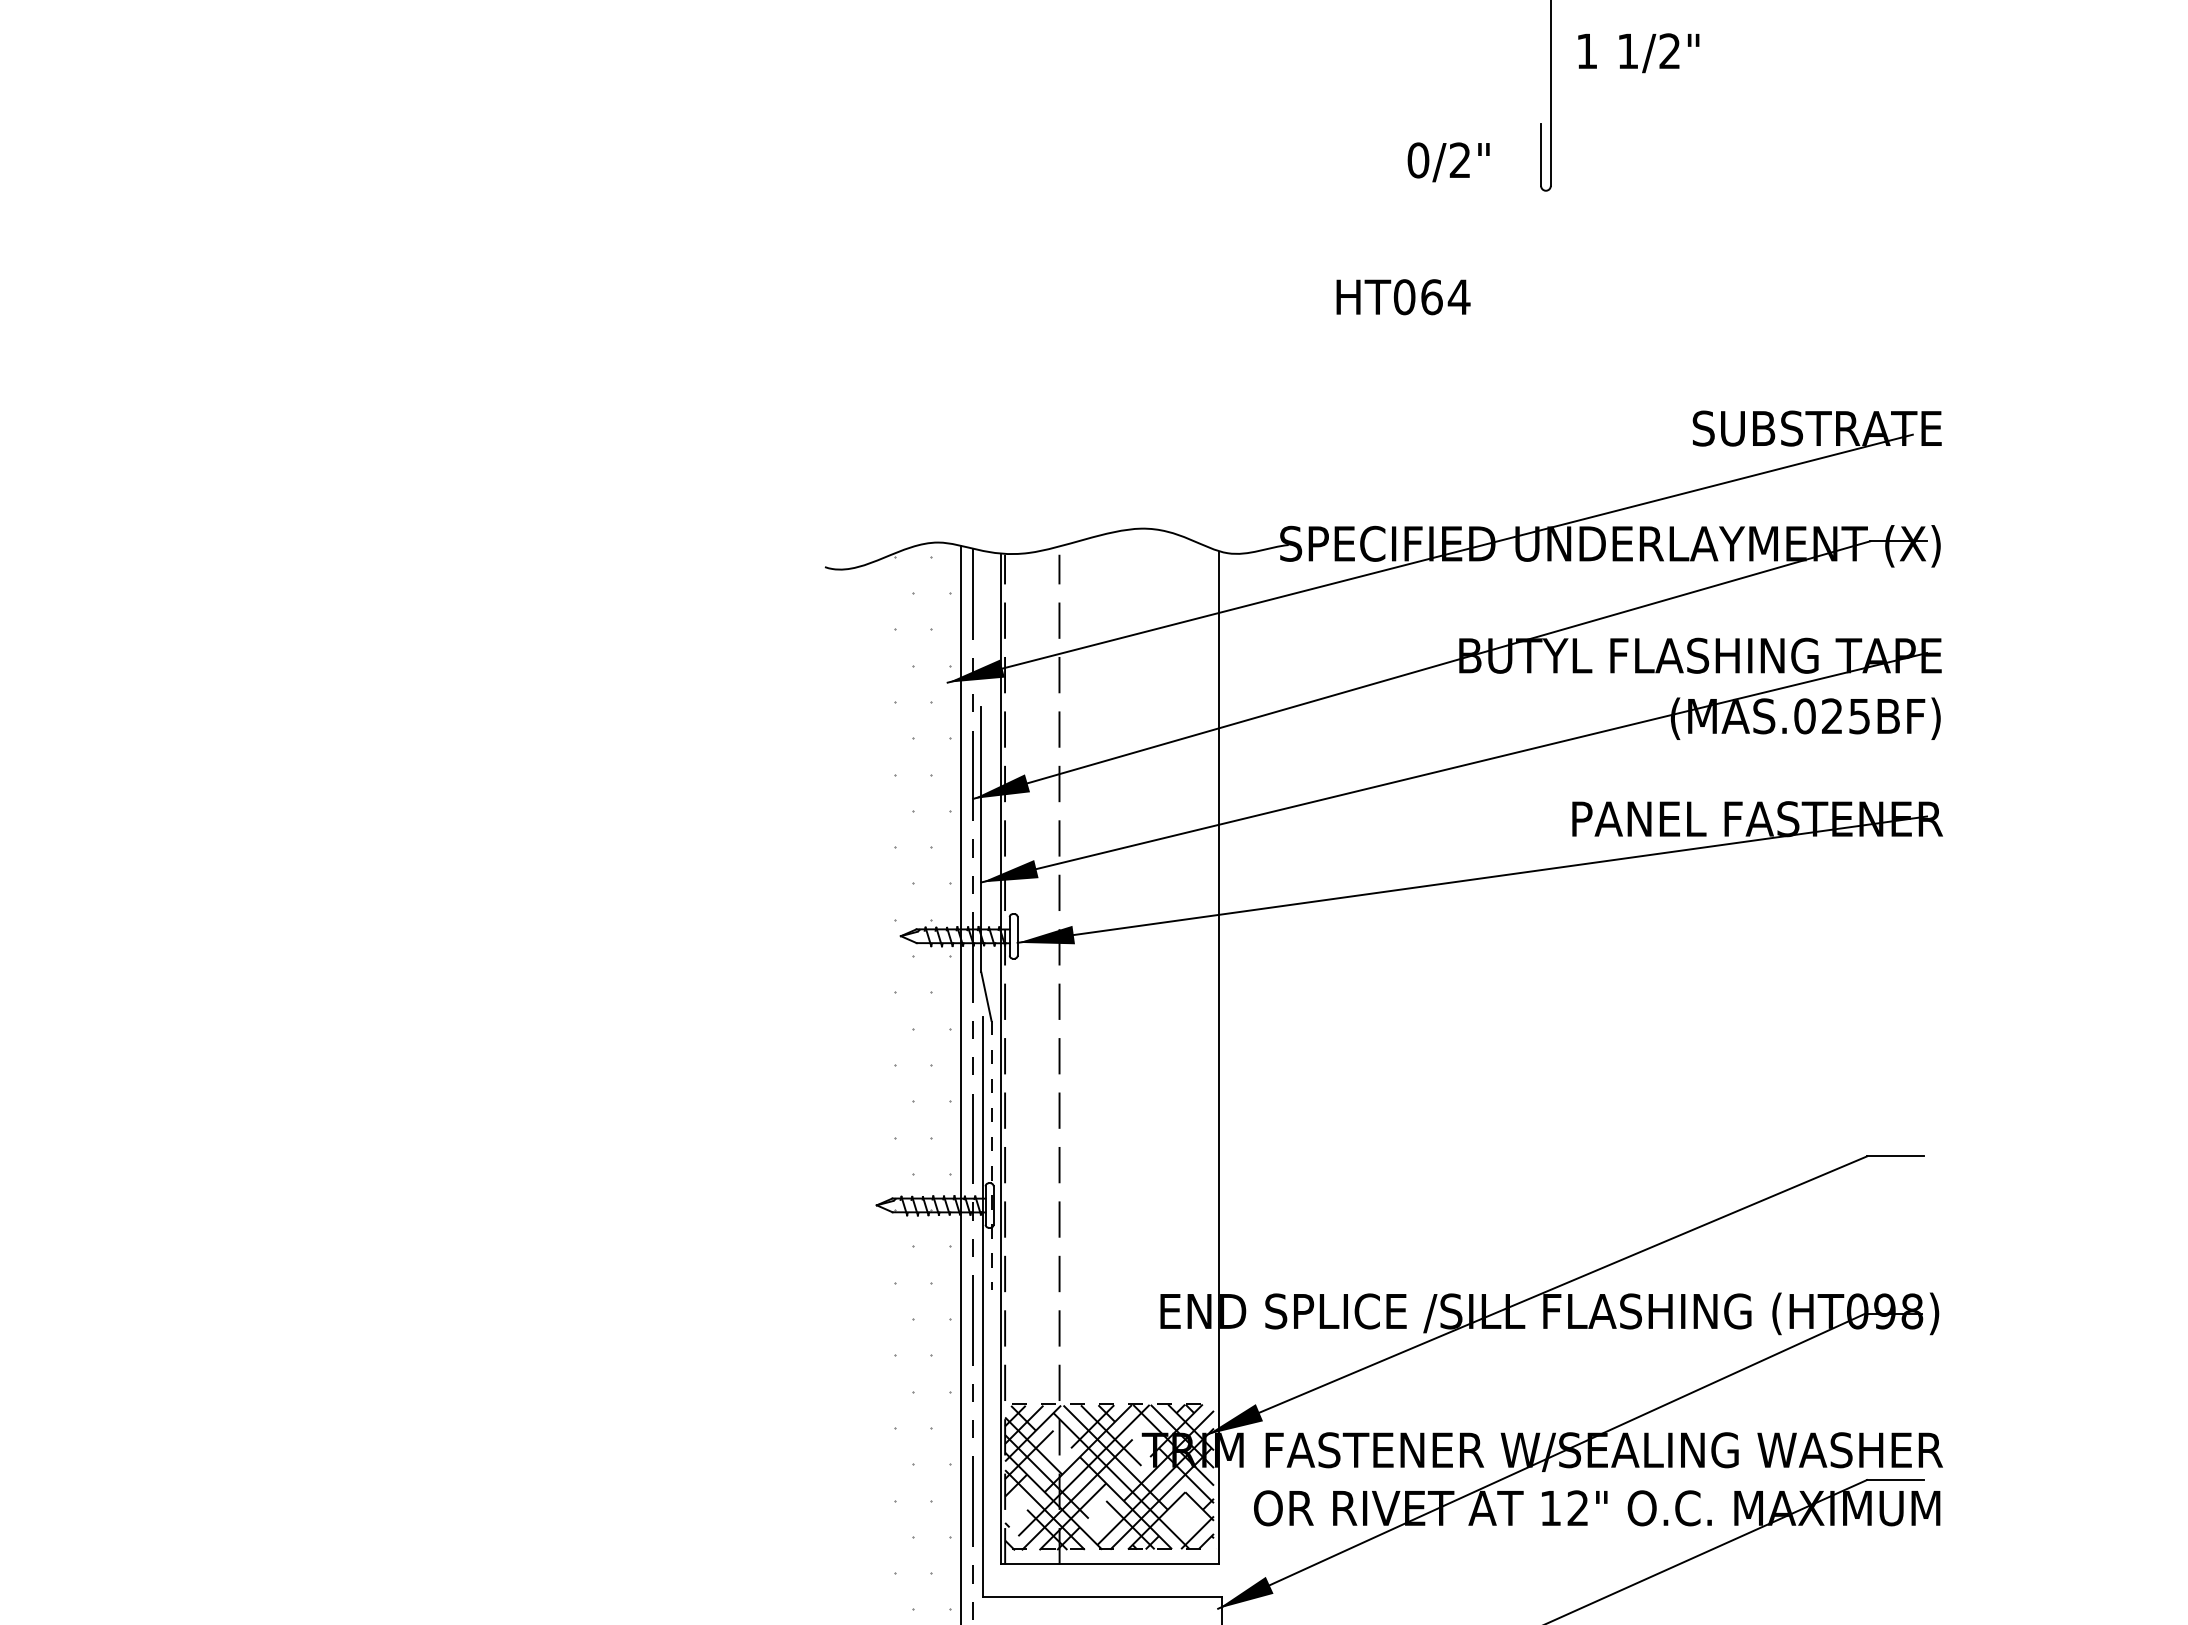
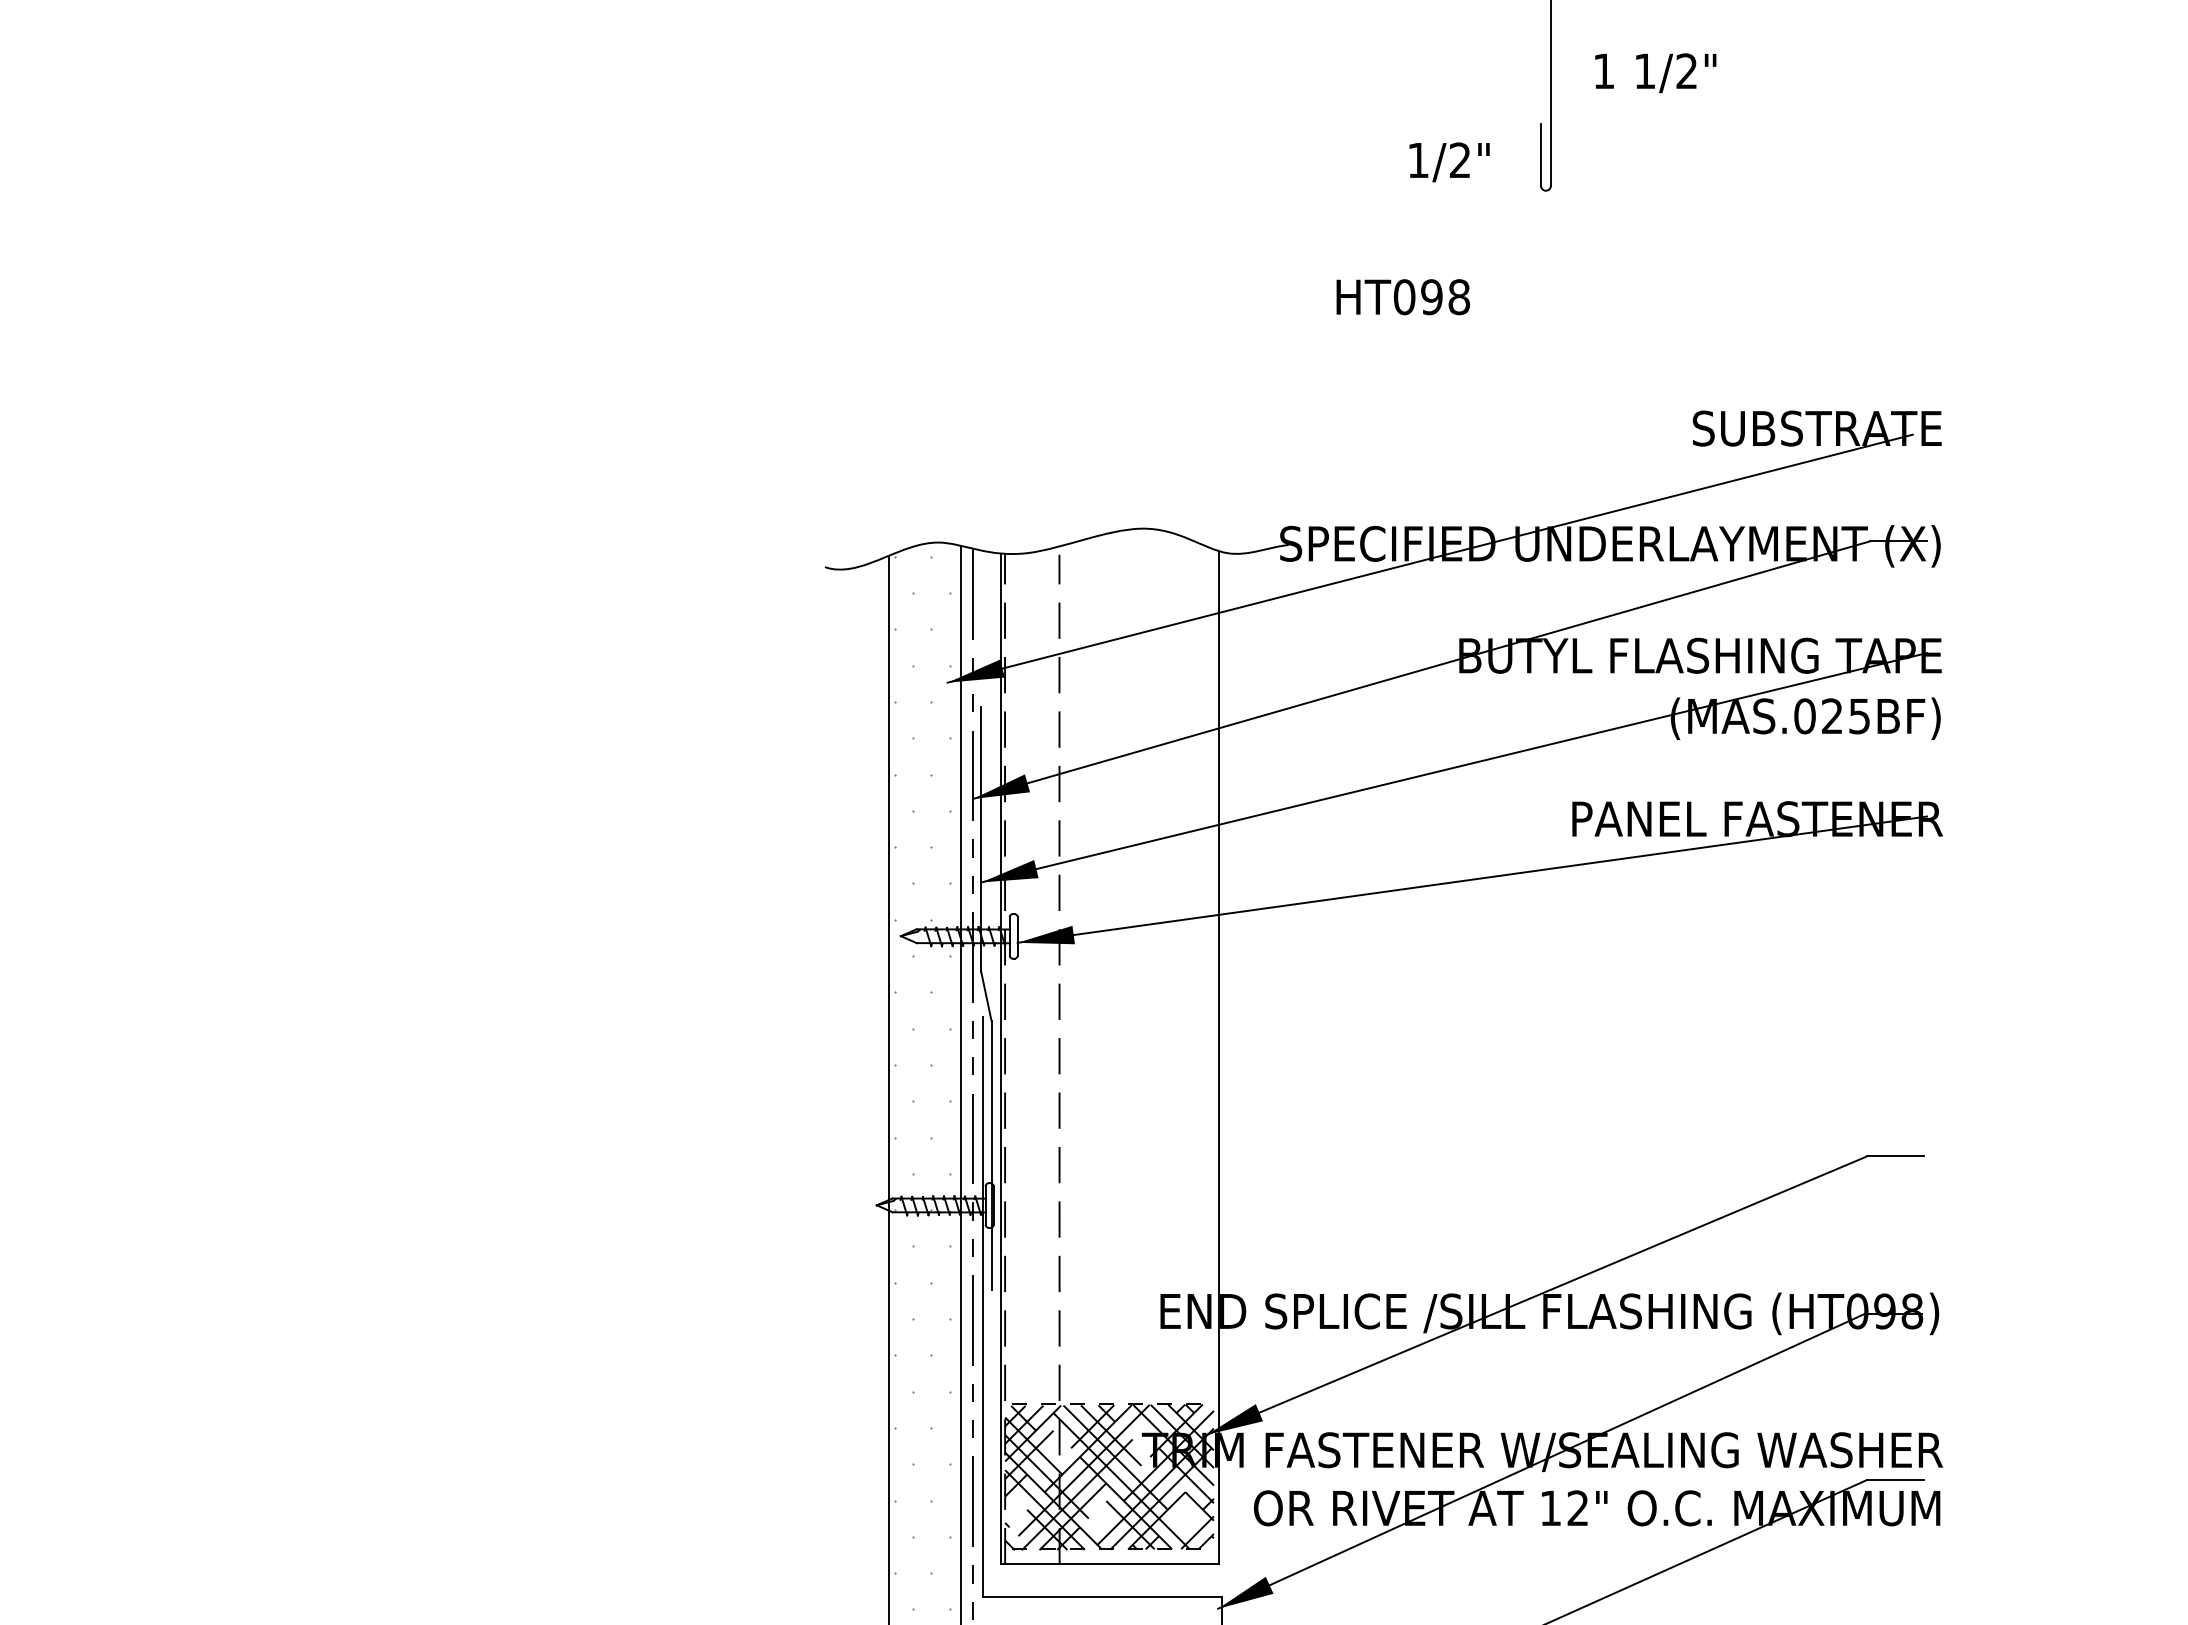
text at (1638, 53) position: (1638, 53) -> (1655, 73)
text at (1418, 160): 0/2" -> 1/2"
text at (1445, 297): HT064 -> HT098
line at (888, 1088): none -> present
line at (991, 1155): dashed -> solid
